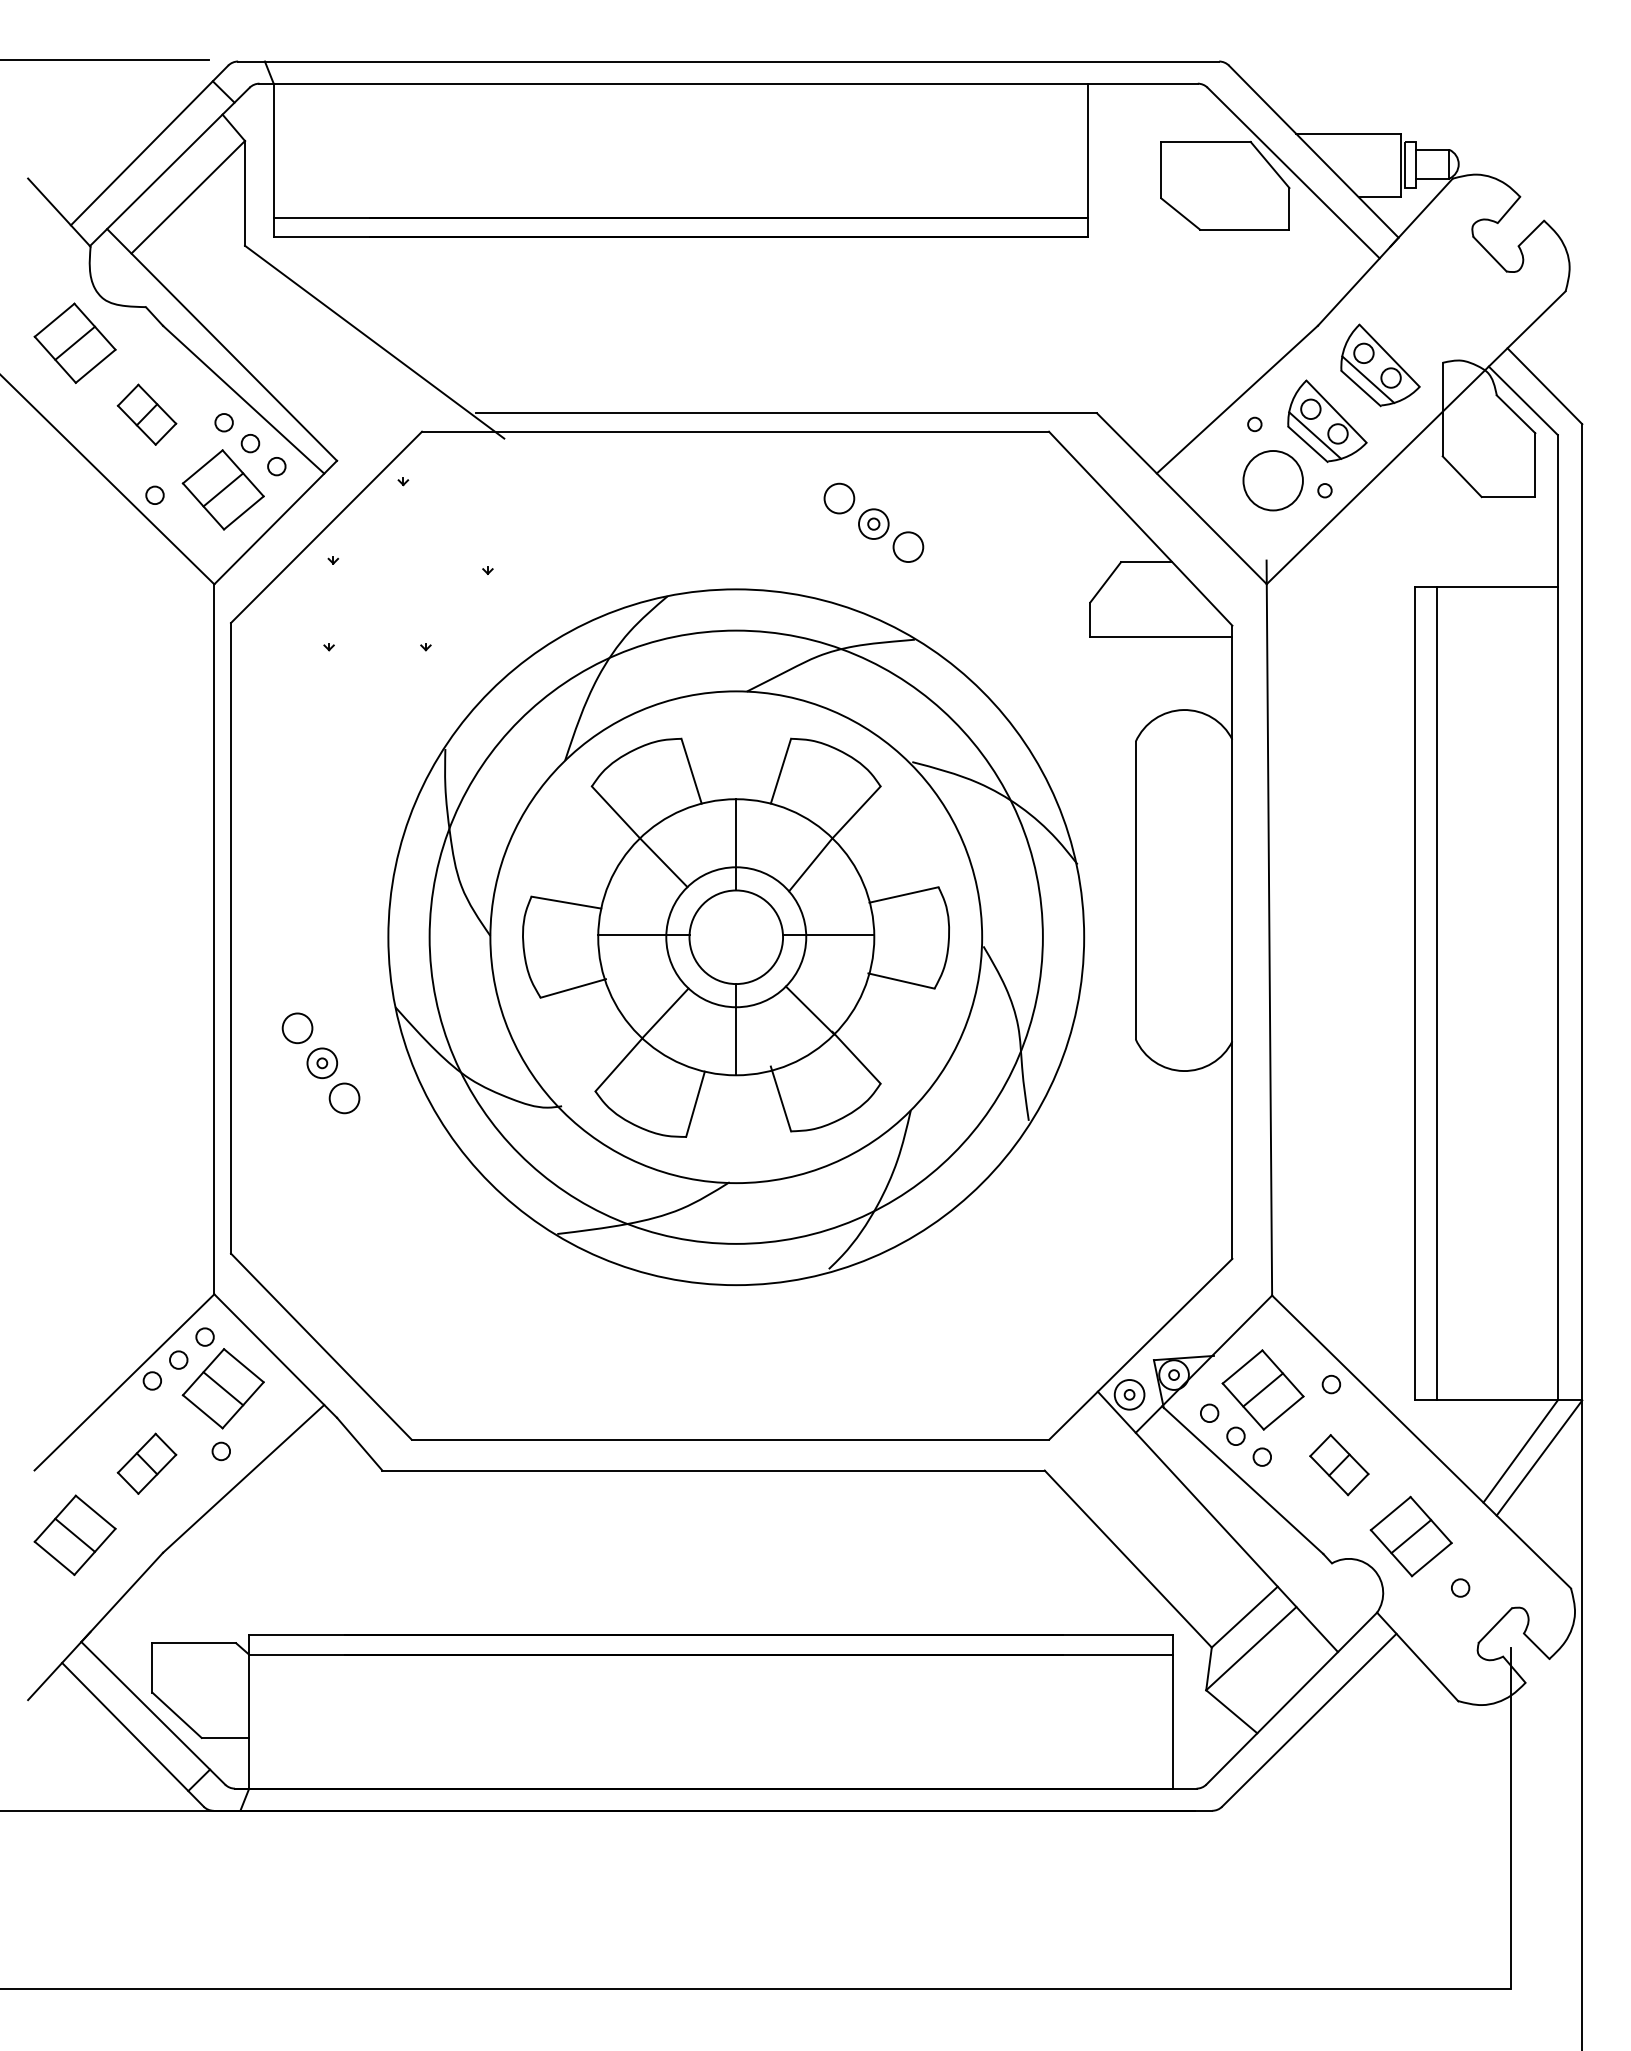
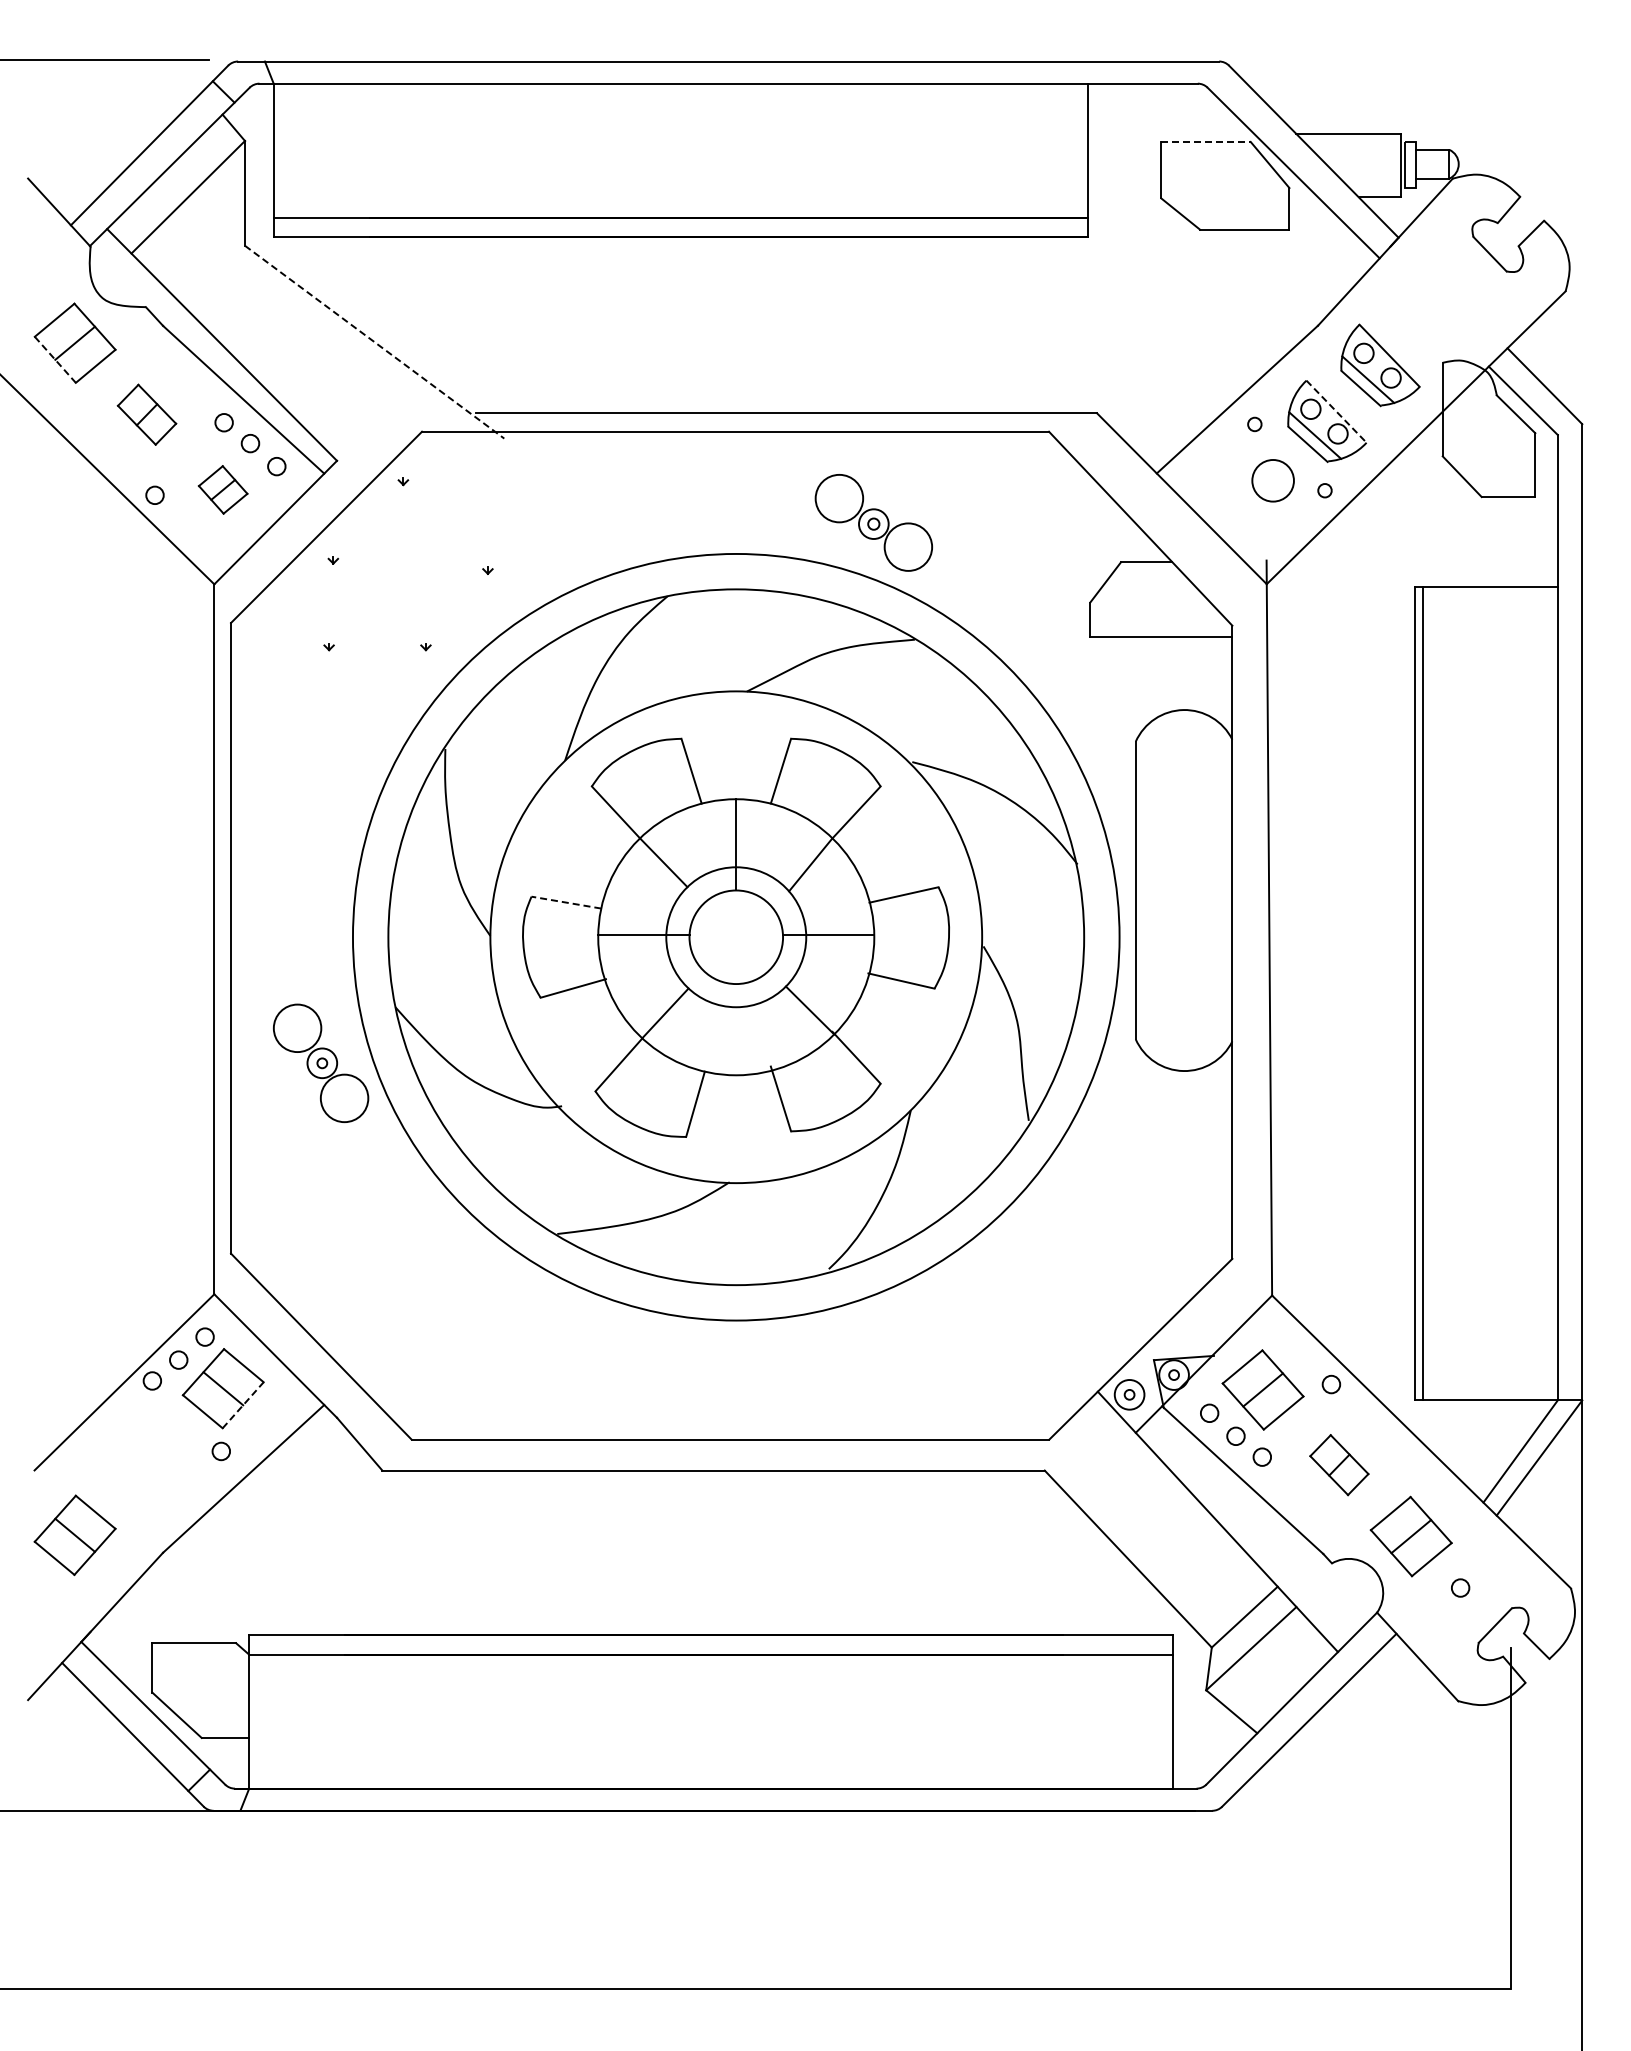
line at (1206, 141): solid -> dashed
line at (374, 342): solid -> dashed
line at (55, 359): solid -> dashed
line at (1336, 412): solid -> dashed
circle at (1272, 480) size: 62x62 px -> 44x44 px
part at (222, 489) size: 84x82 px -> 52x50 px
circle at (839, 498) diameter: 30 px -> 47 px
circle at (908, 547) diameter: 30 px -> 47 px
line at (565, 902): solid -> dashed
circle at (735, 936) diameter: 613 px -> 767 px
line at (1437, 993) position: (1437, 993) -> (1423, 993)
circle at (297, 1028) diameter: 30 px -> 47 px
line at (736, 1029): present -> none
circle at (344, 1098) diameter: 30 px -> 47 px
line at (243, 1405): solid -> dashed
part at (146, 1463): present -> none
